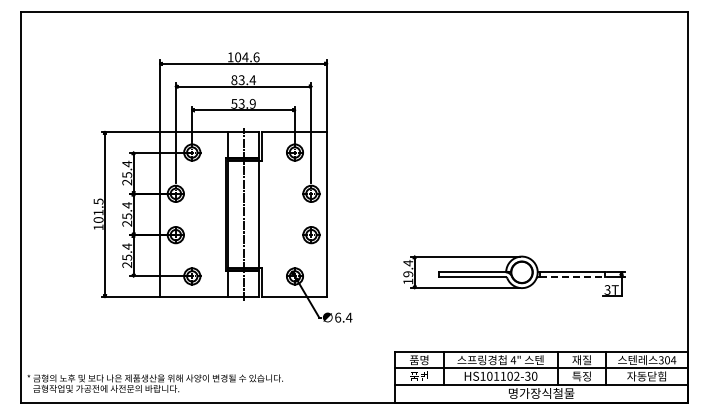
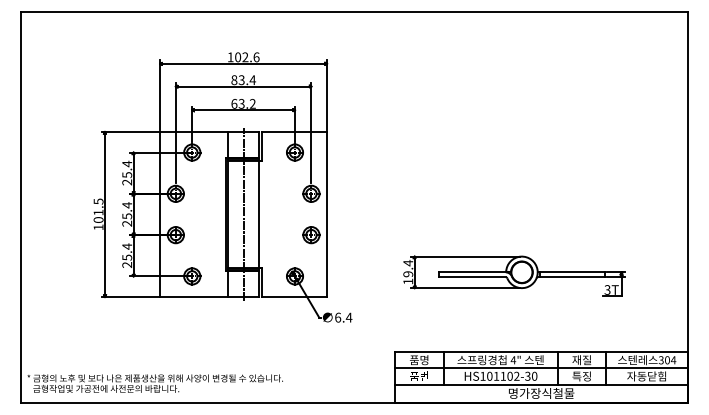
text at (245, 57): 104.6 -> 102.6
text at (243, 103): 53.9 -> 63.2
line at (572, 277): dashed -> solid
